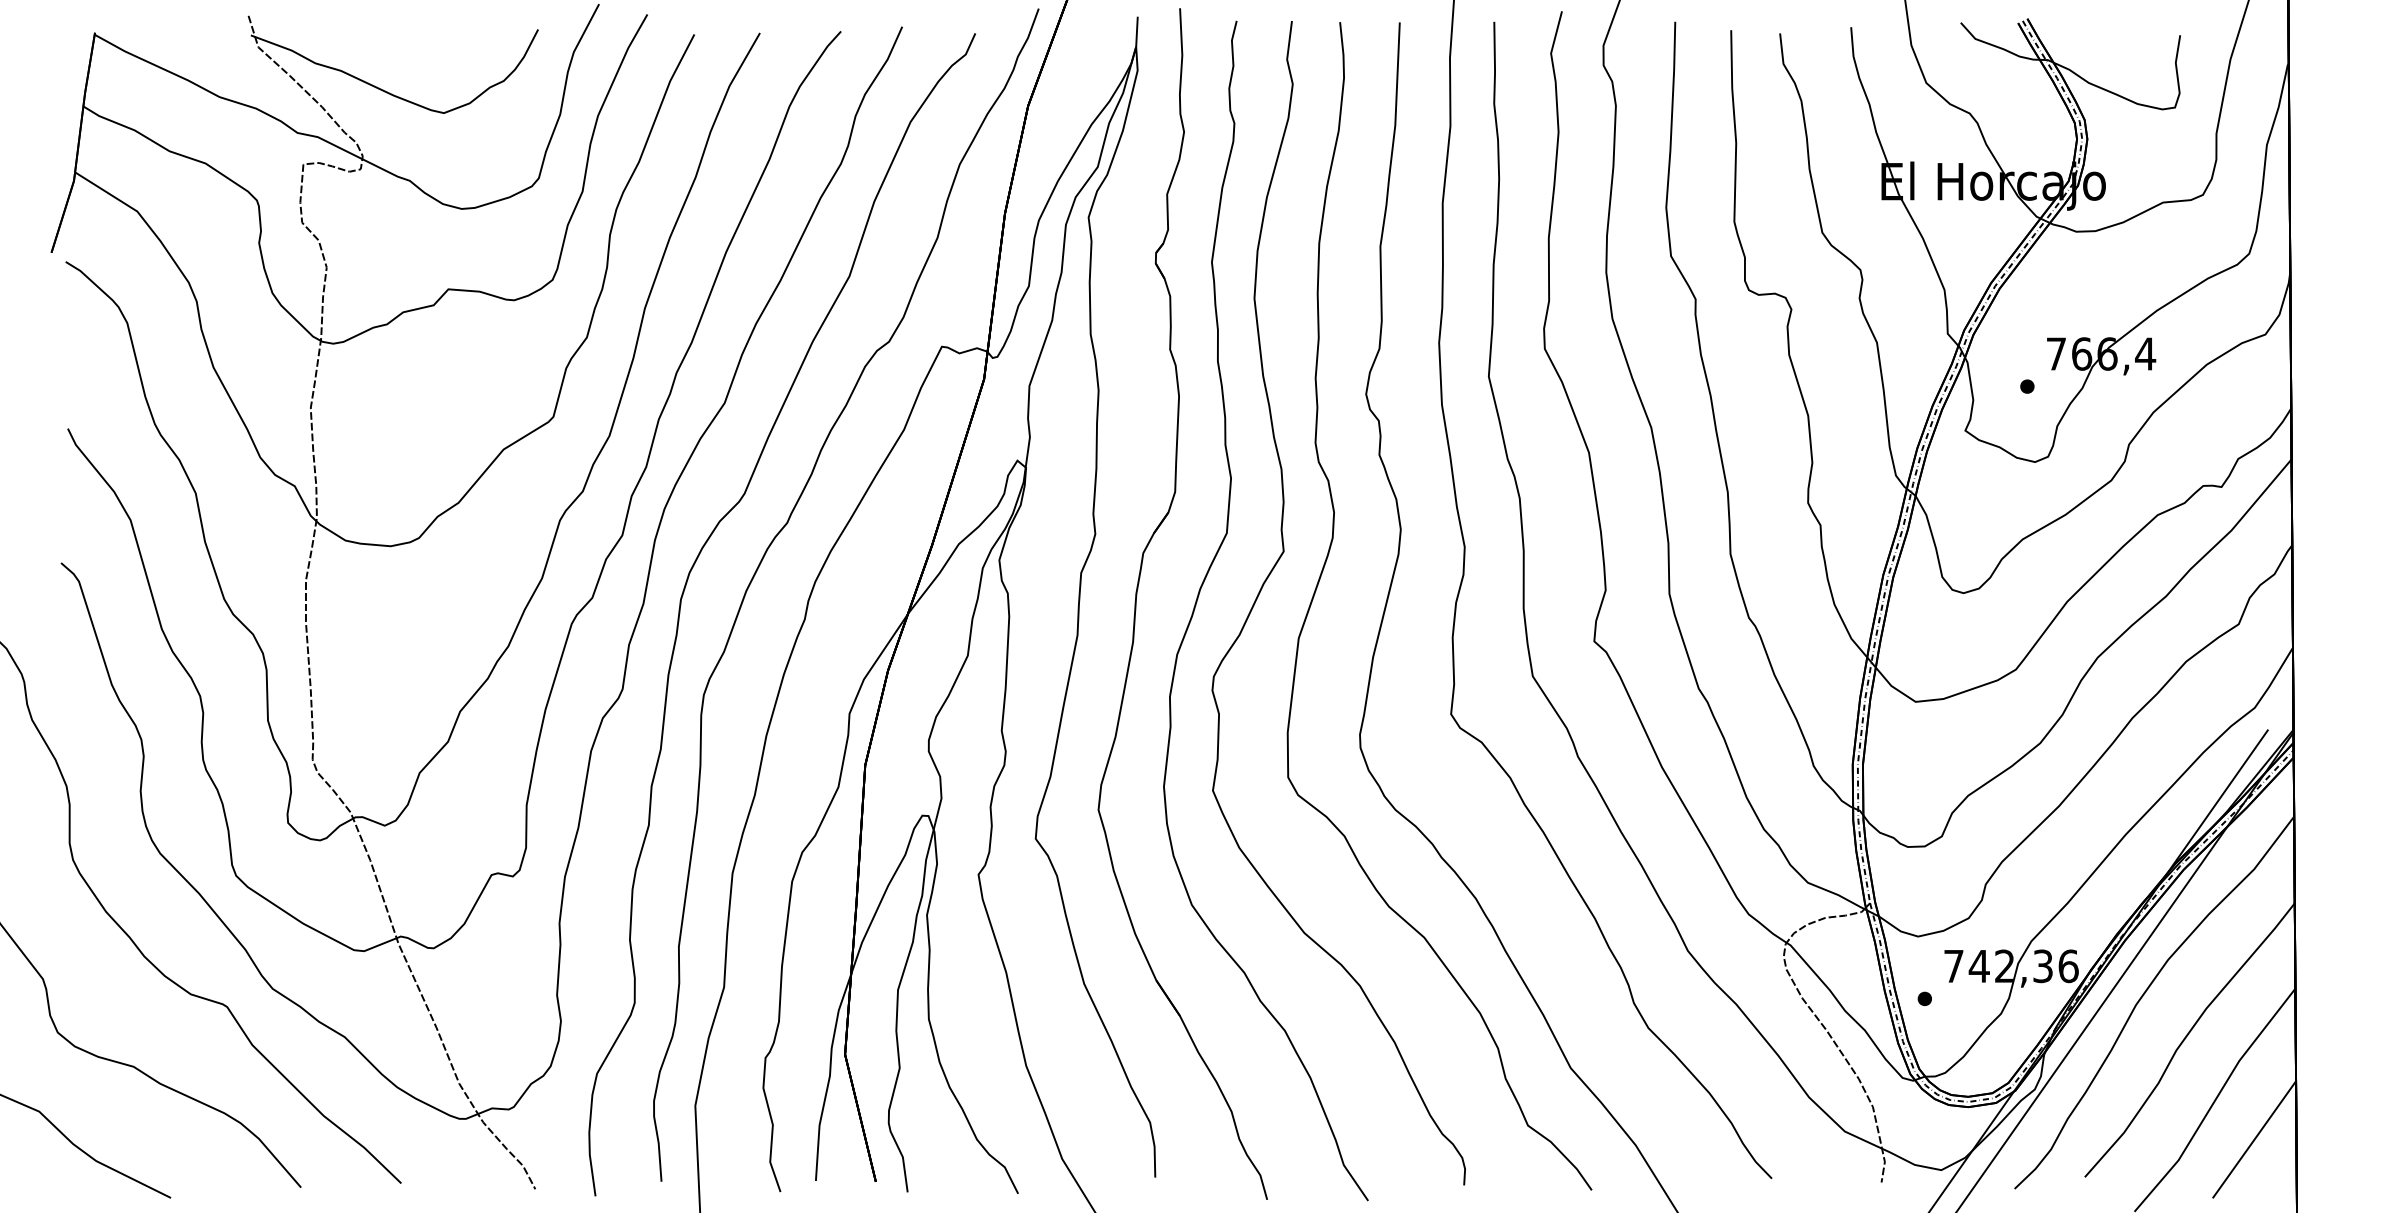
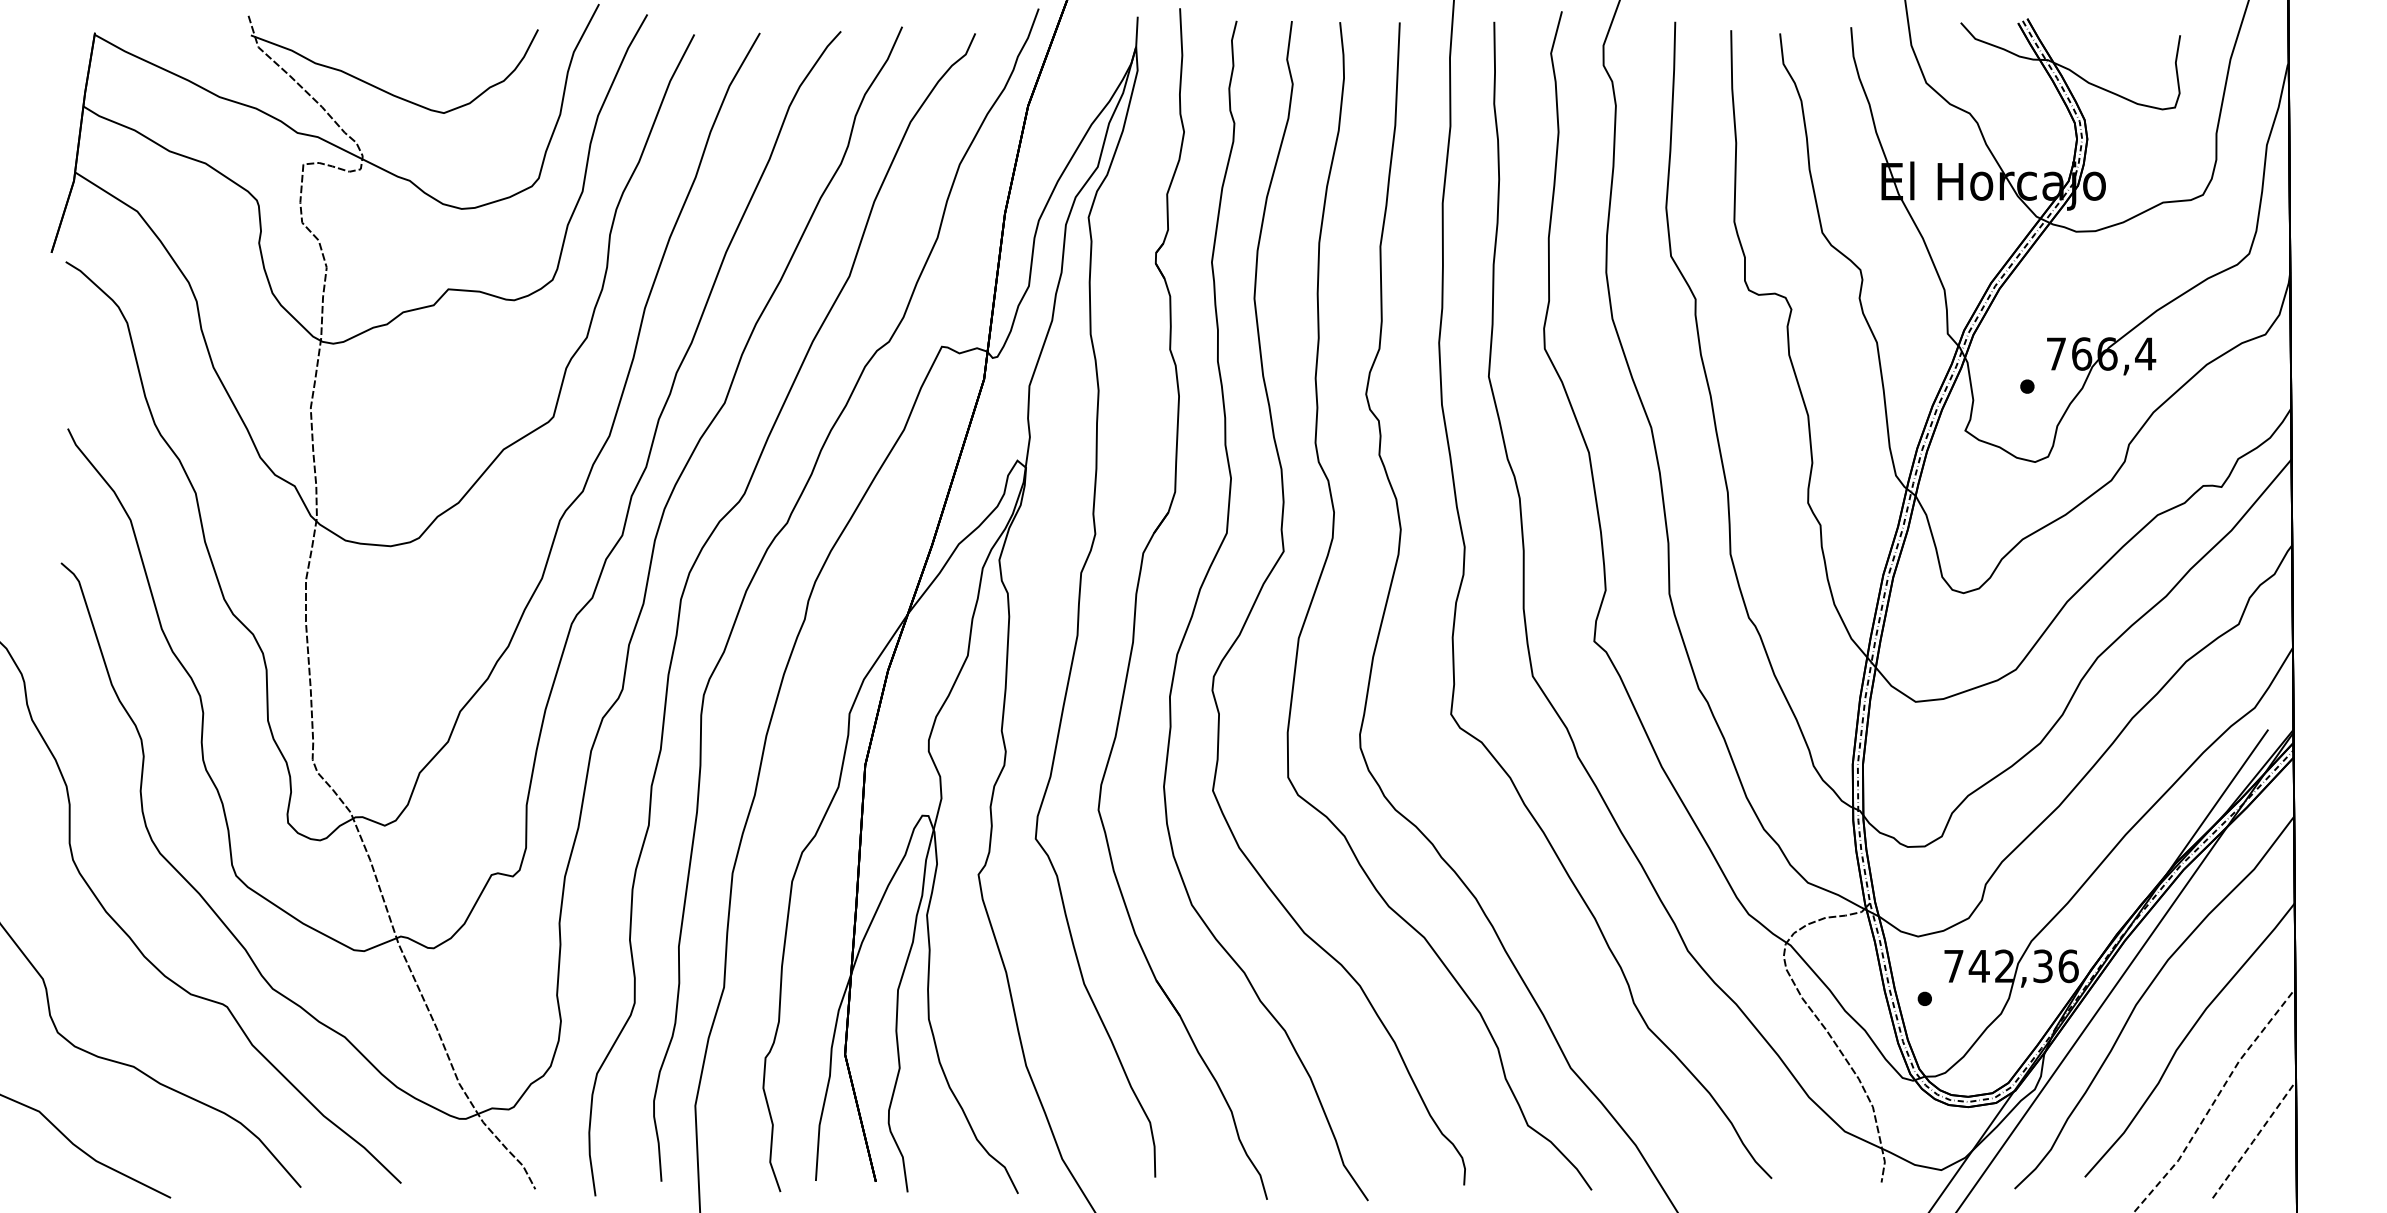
line at (2215, 1099): solid -> dashed
line at (2253, 1140): solid -> dashed
